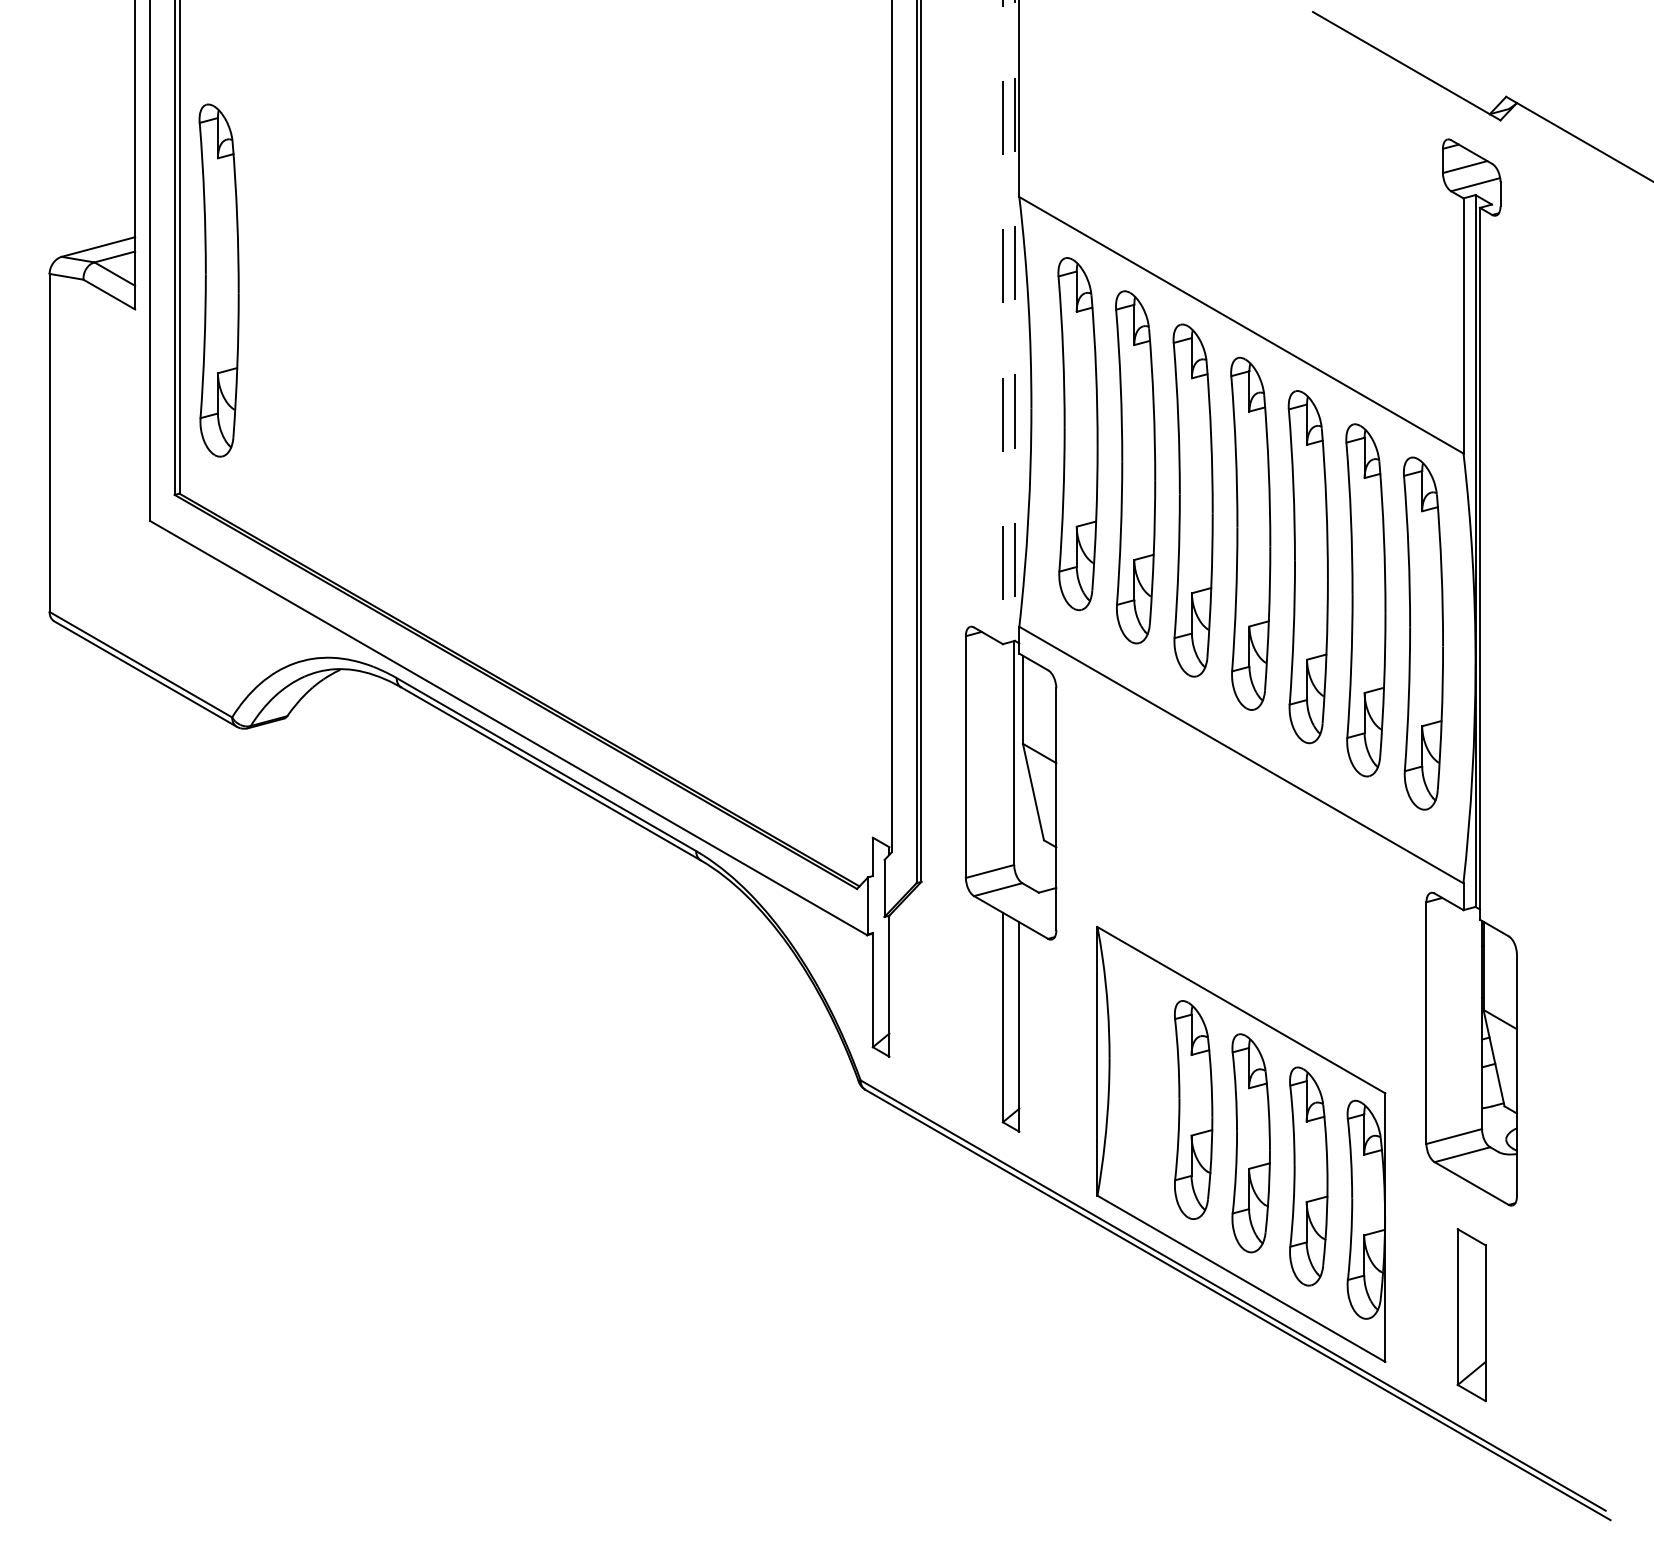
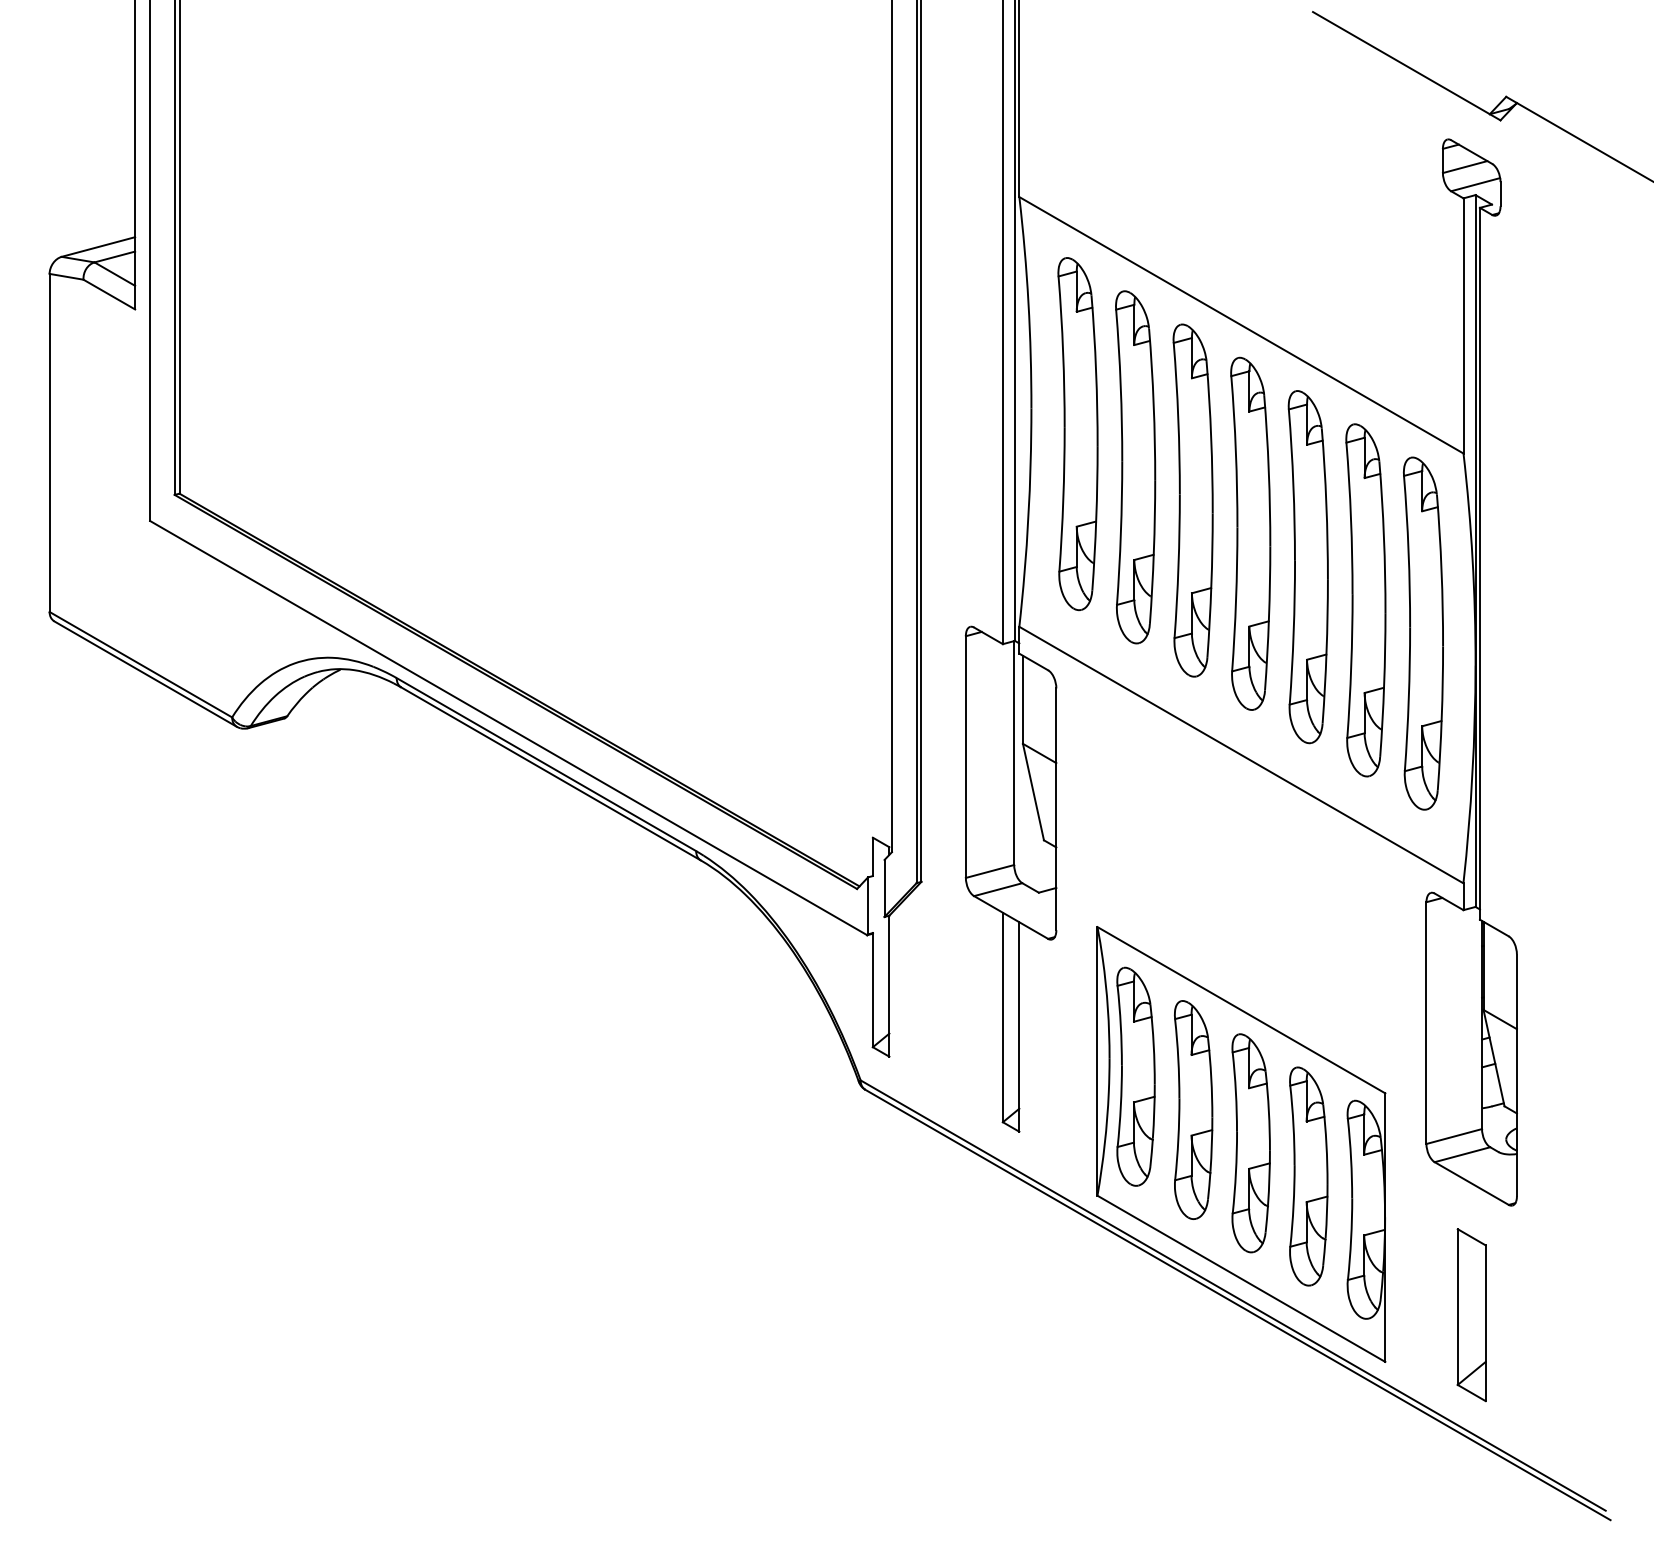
part at (218, 280): present -> none
line at (1014, 321): dashed -> solid
line at (1002, 322): dashed -> solid
part at (1135, 1076): none -> present
